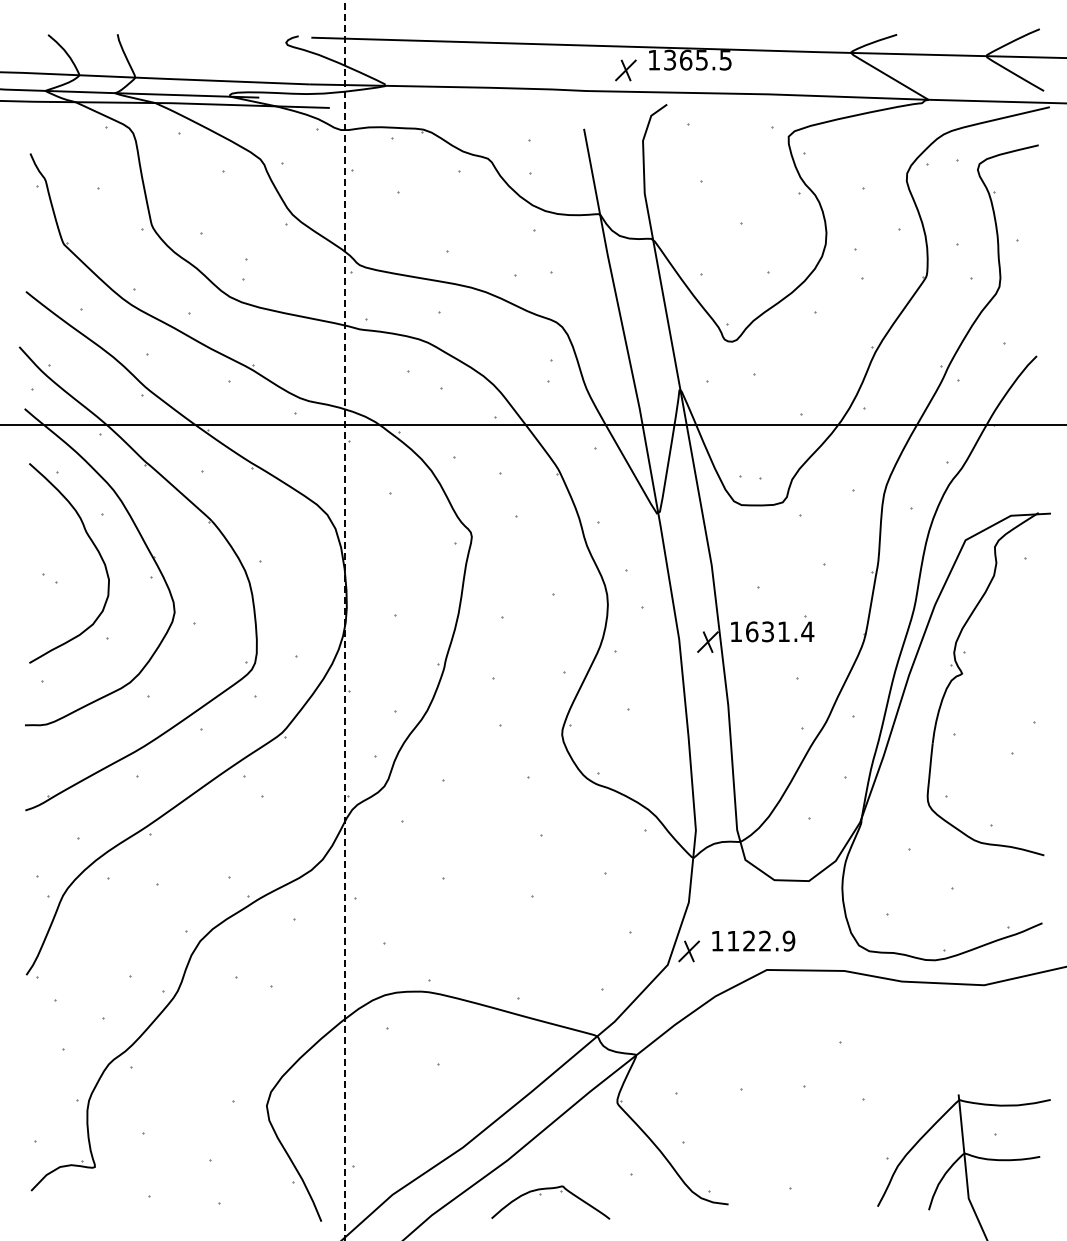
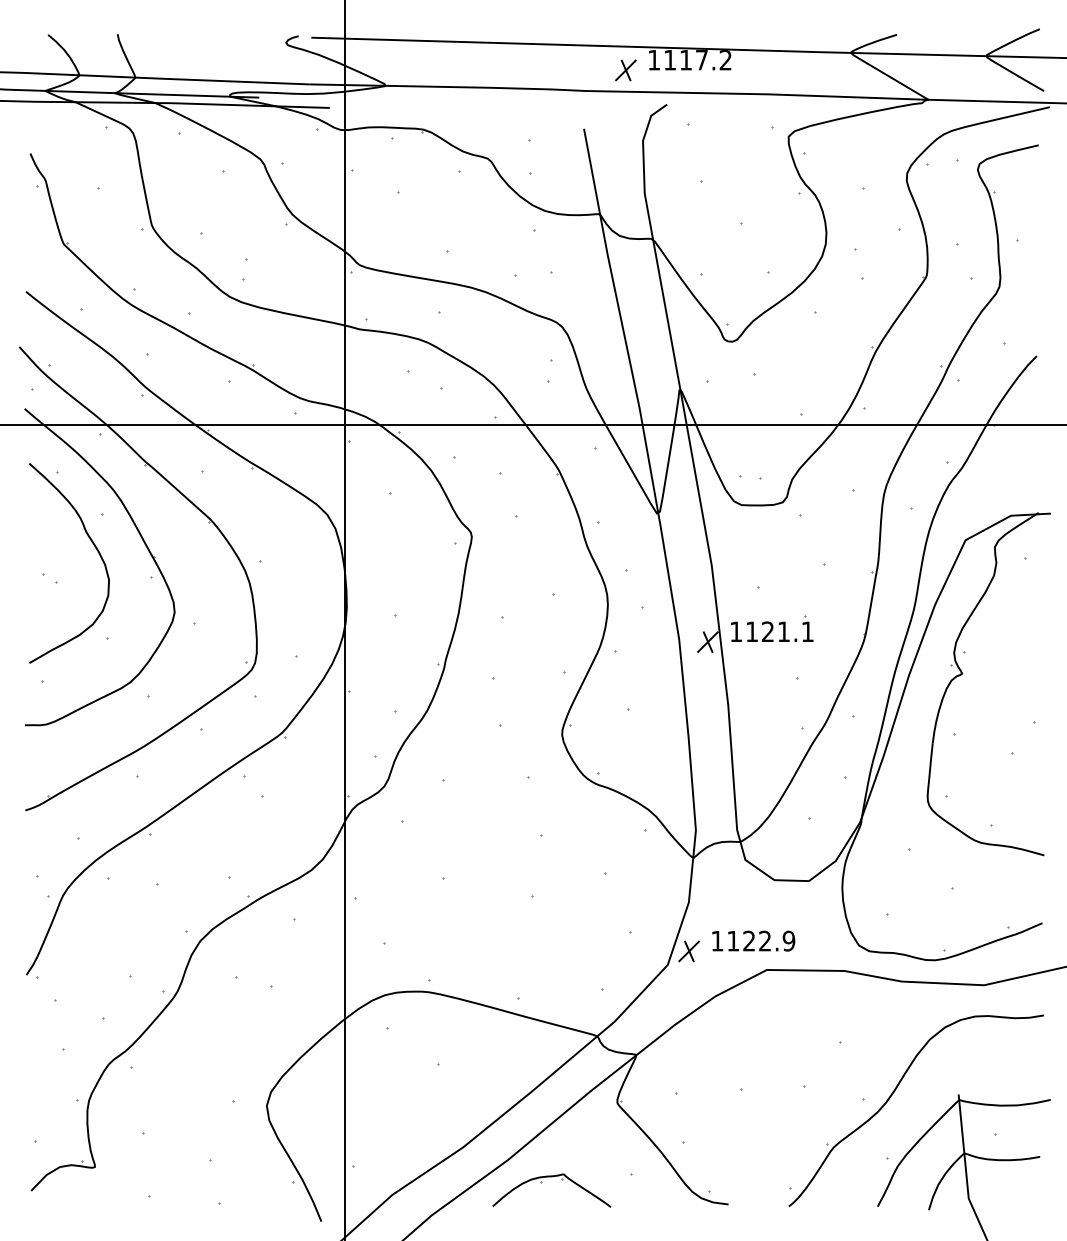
text at (697, 59): 1365.5 -> 1117.2
line at (345, 620): dashed -> solid
text at (780, 631): 1631.4 -> 1121.1
part at (892, 1095): none -> present
part at (541, 1194) position: (541, 1194) -> (542, 1182)
